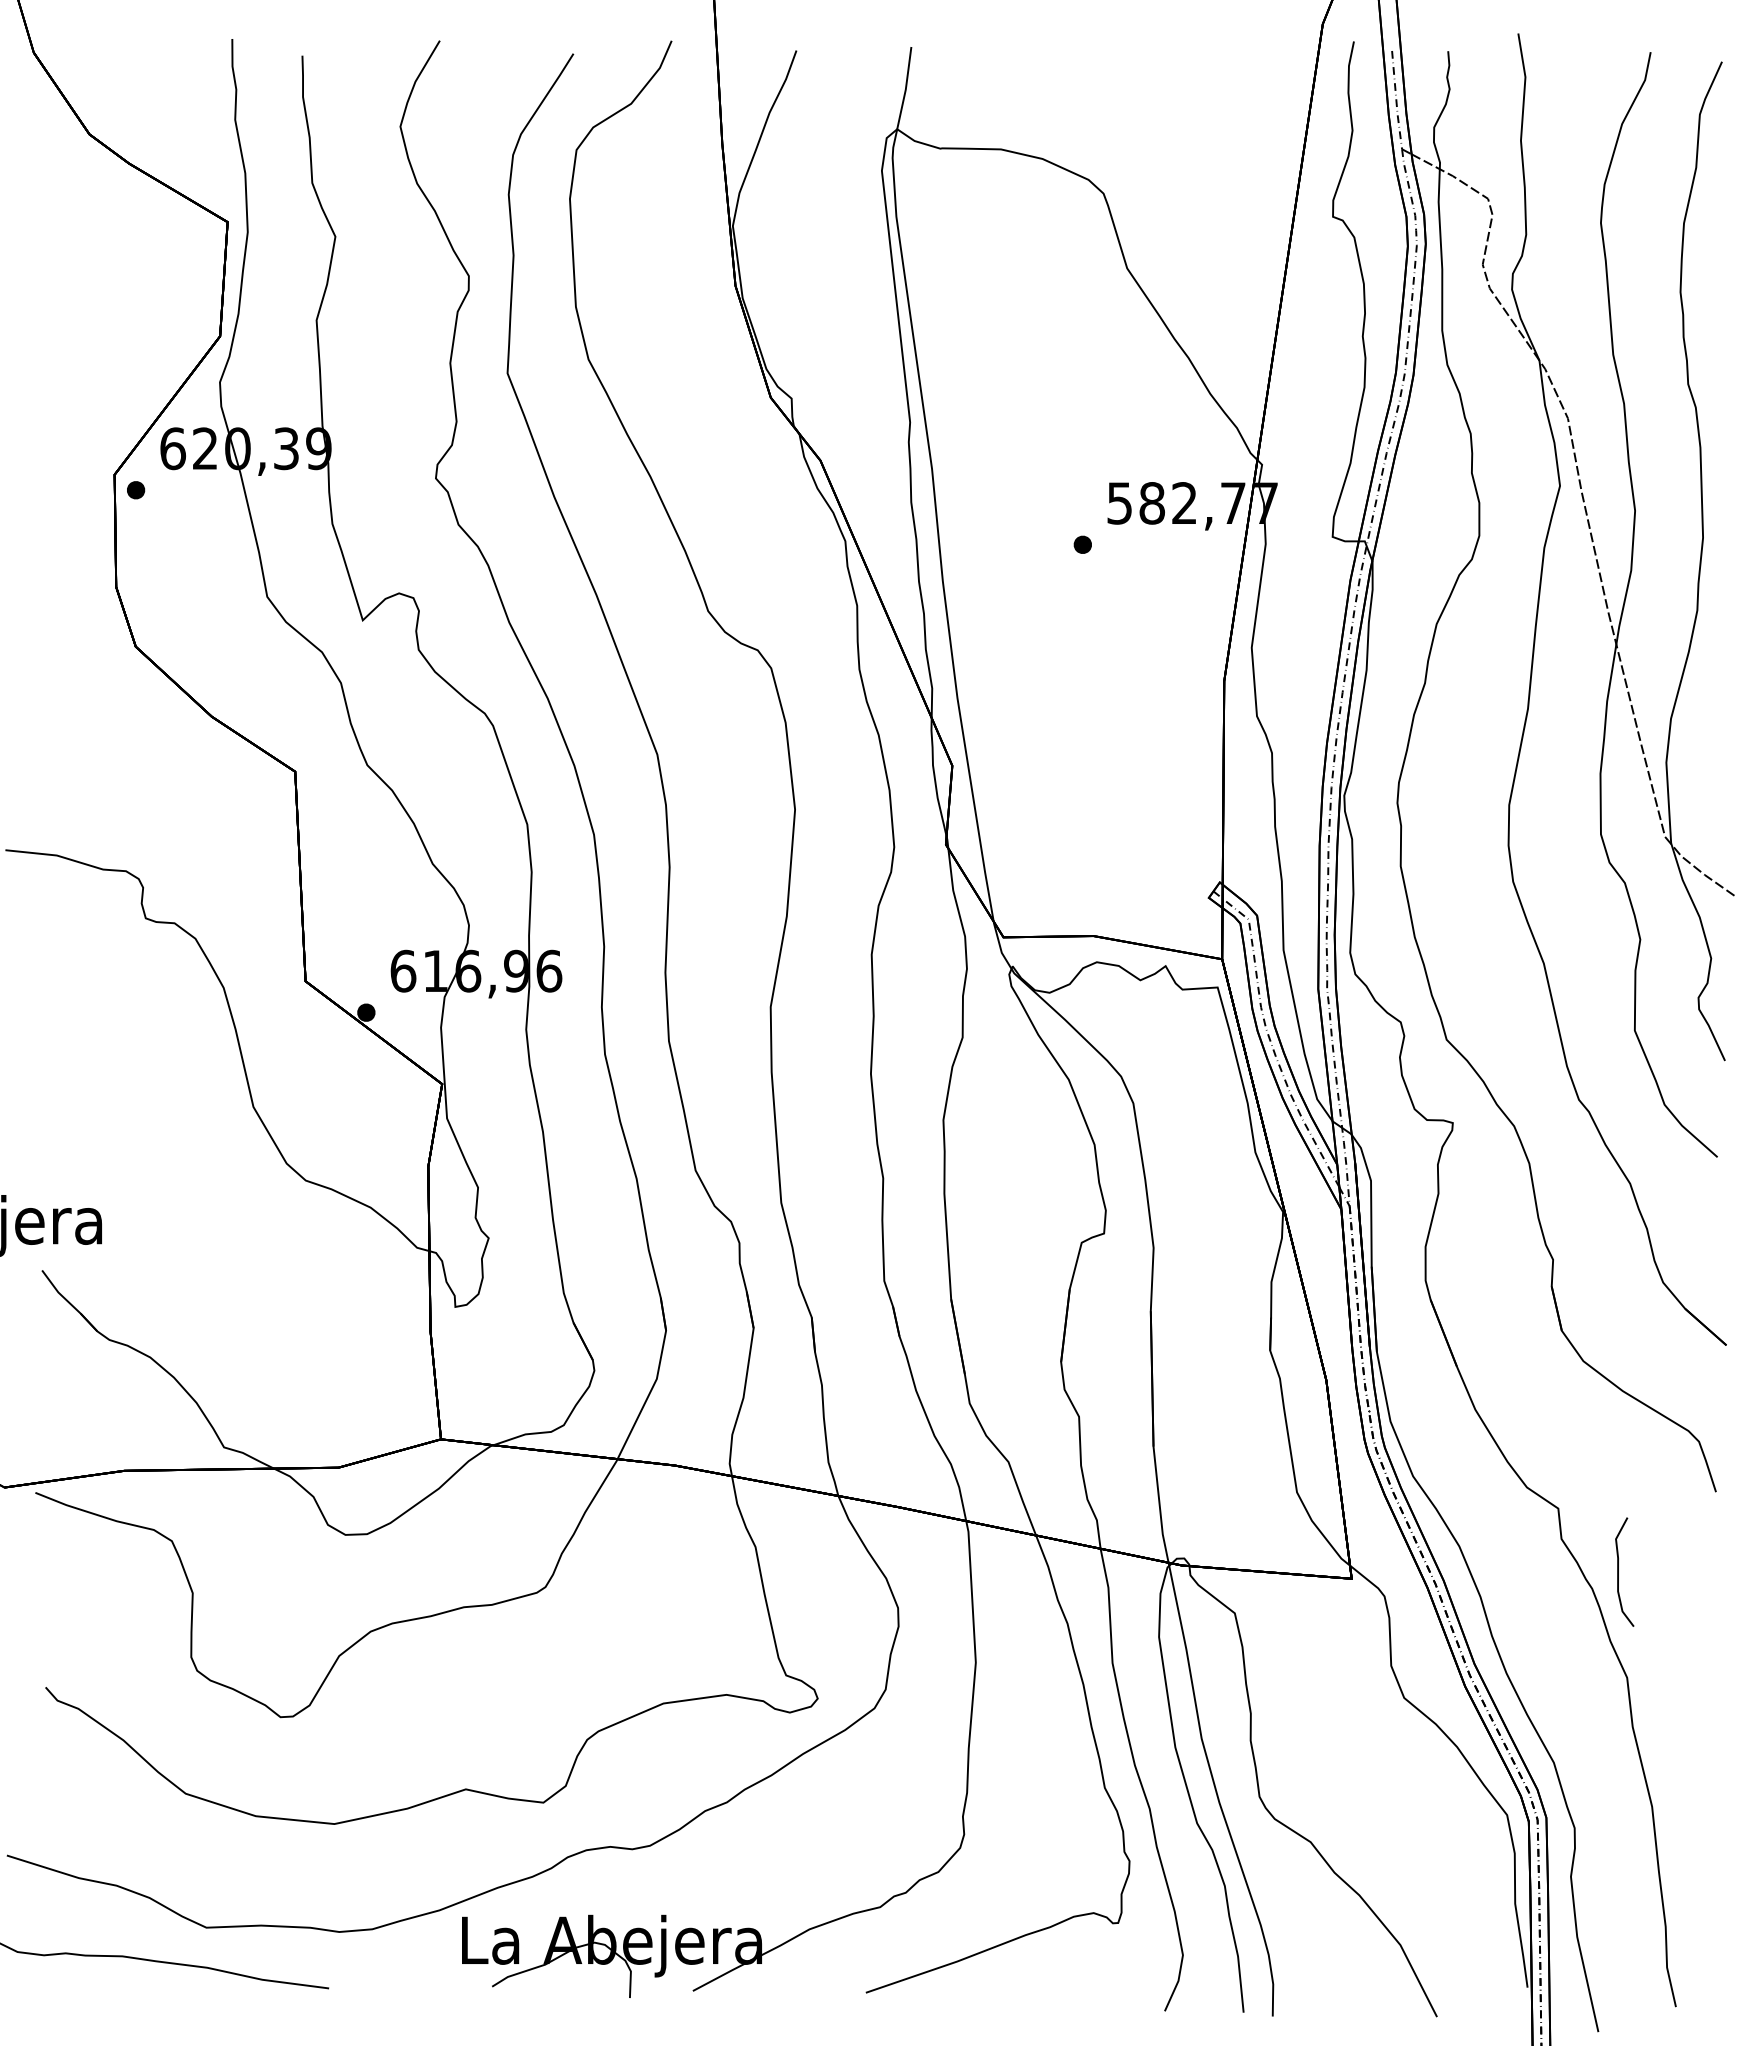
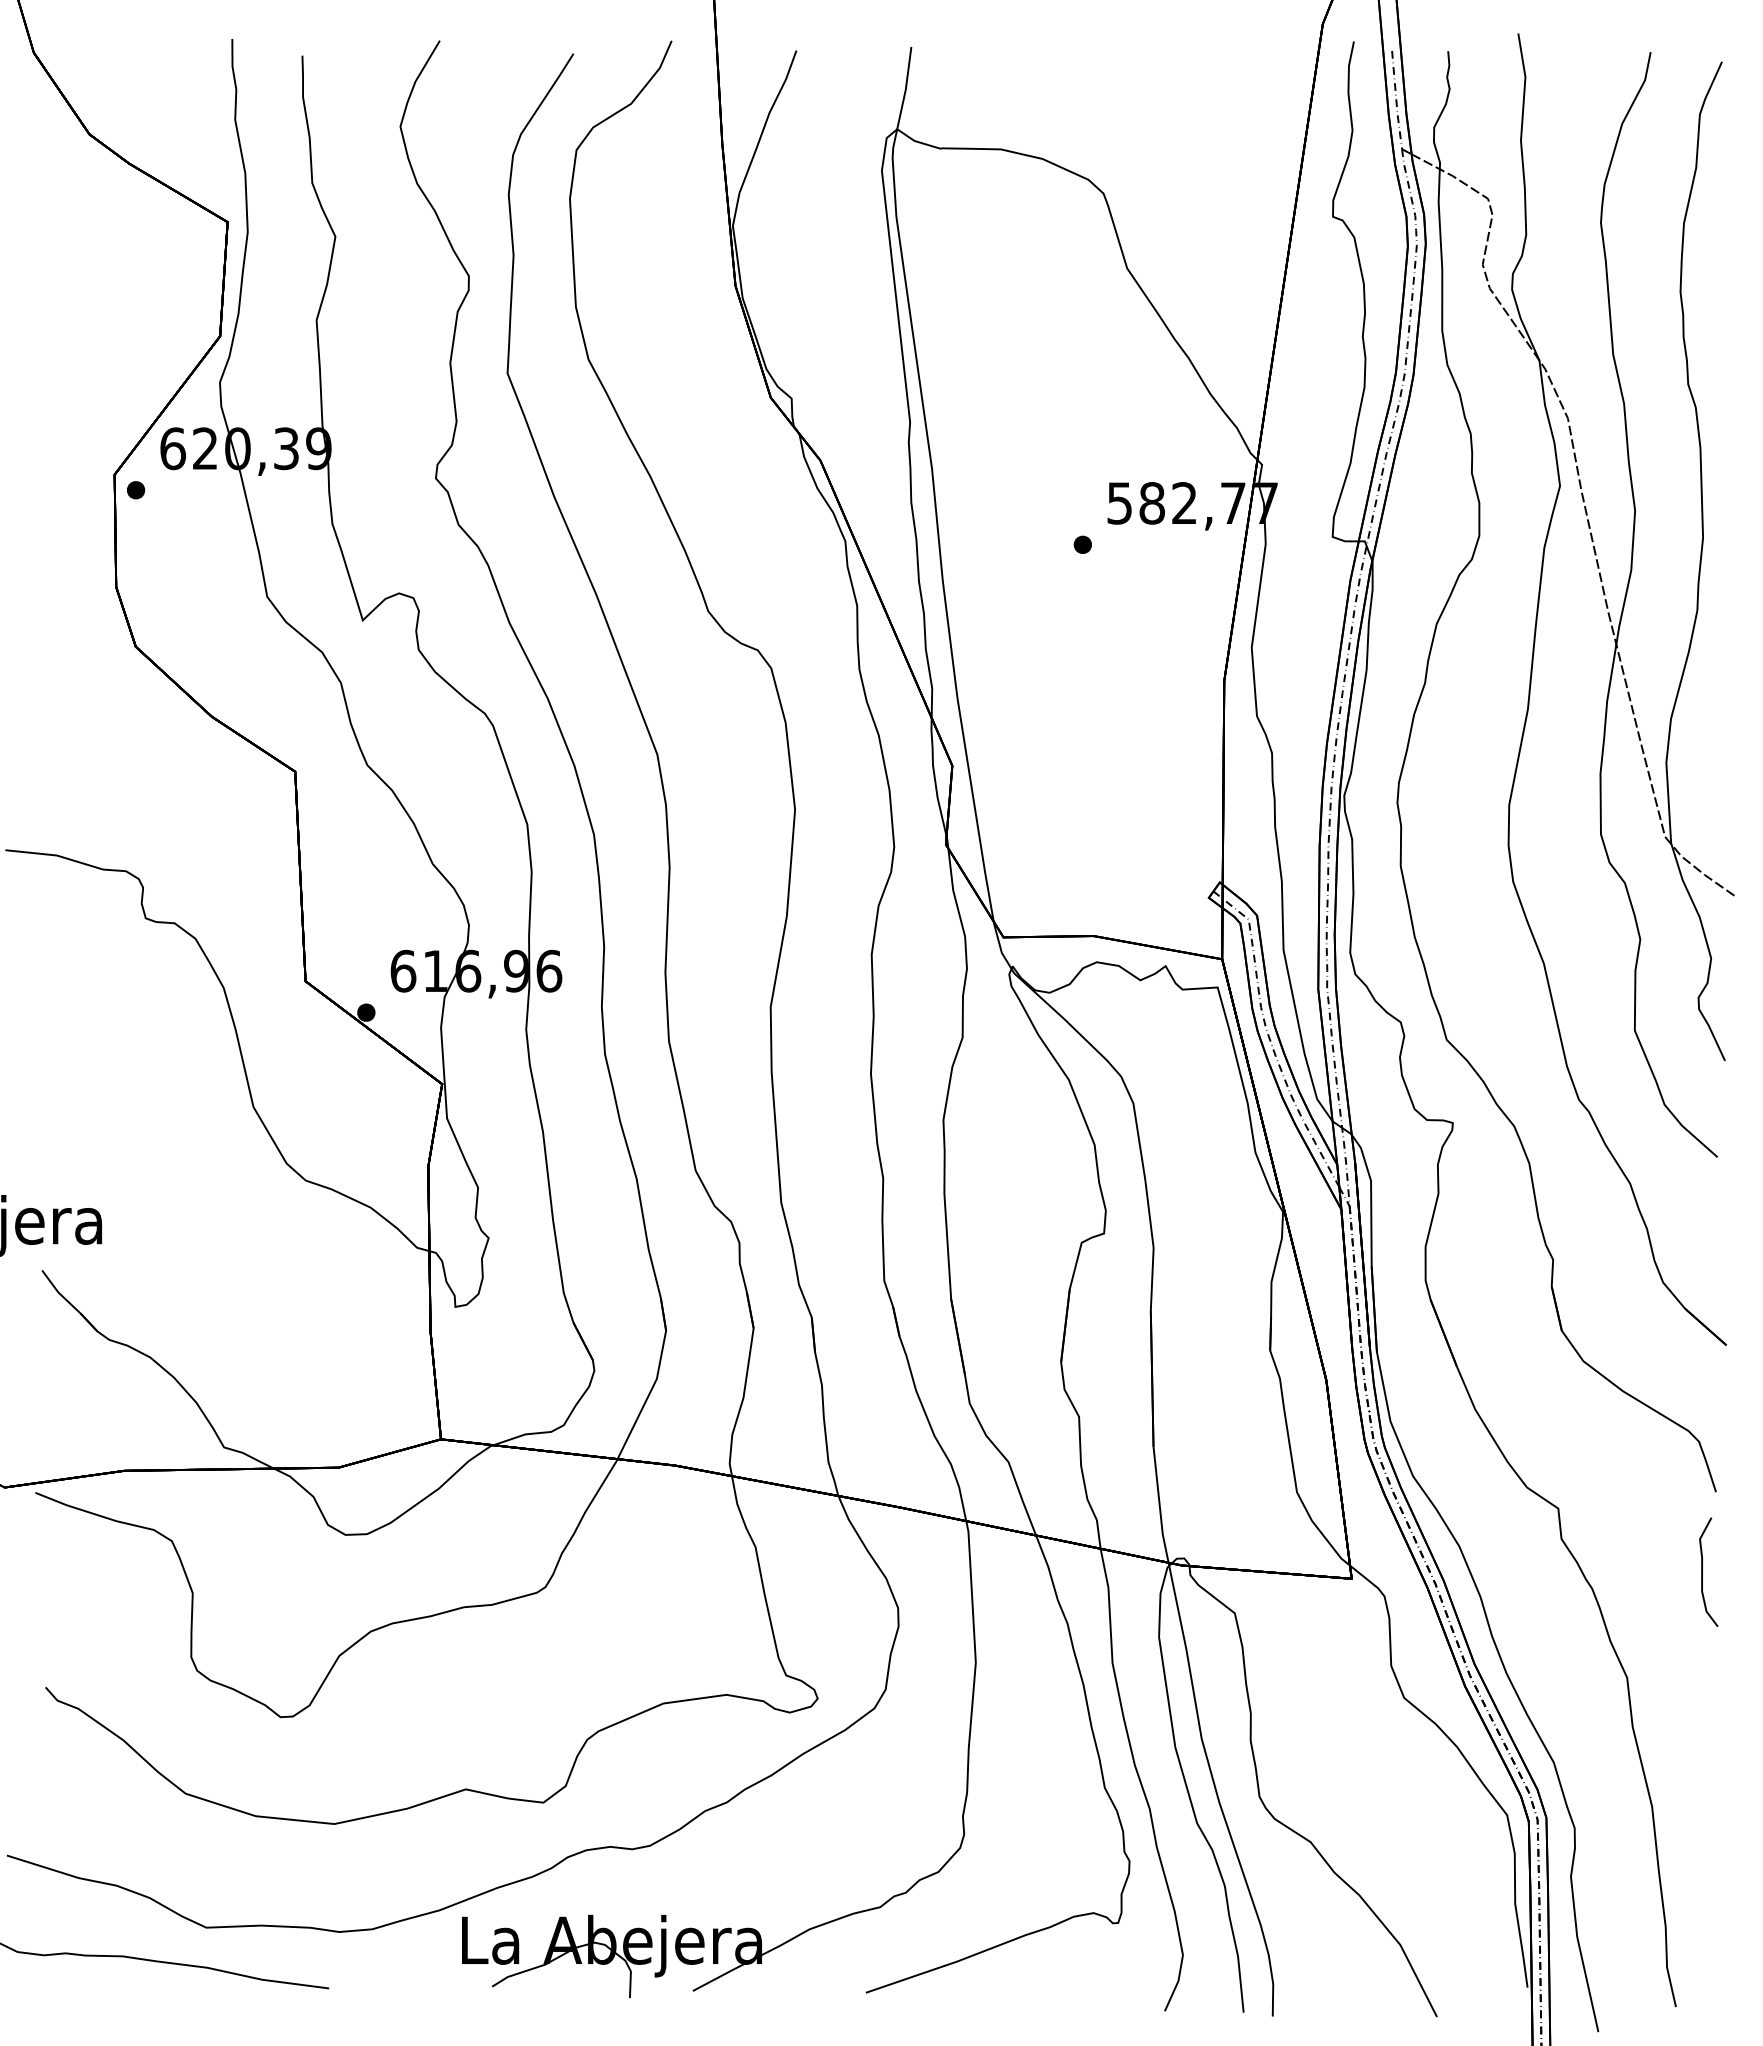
curve at (1618, 1571) position: (1618, 1571) -> (1702, 1571)
